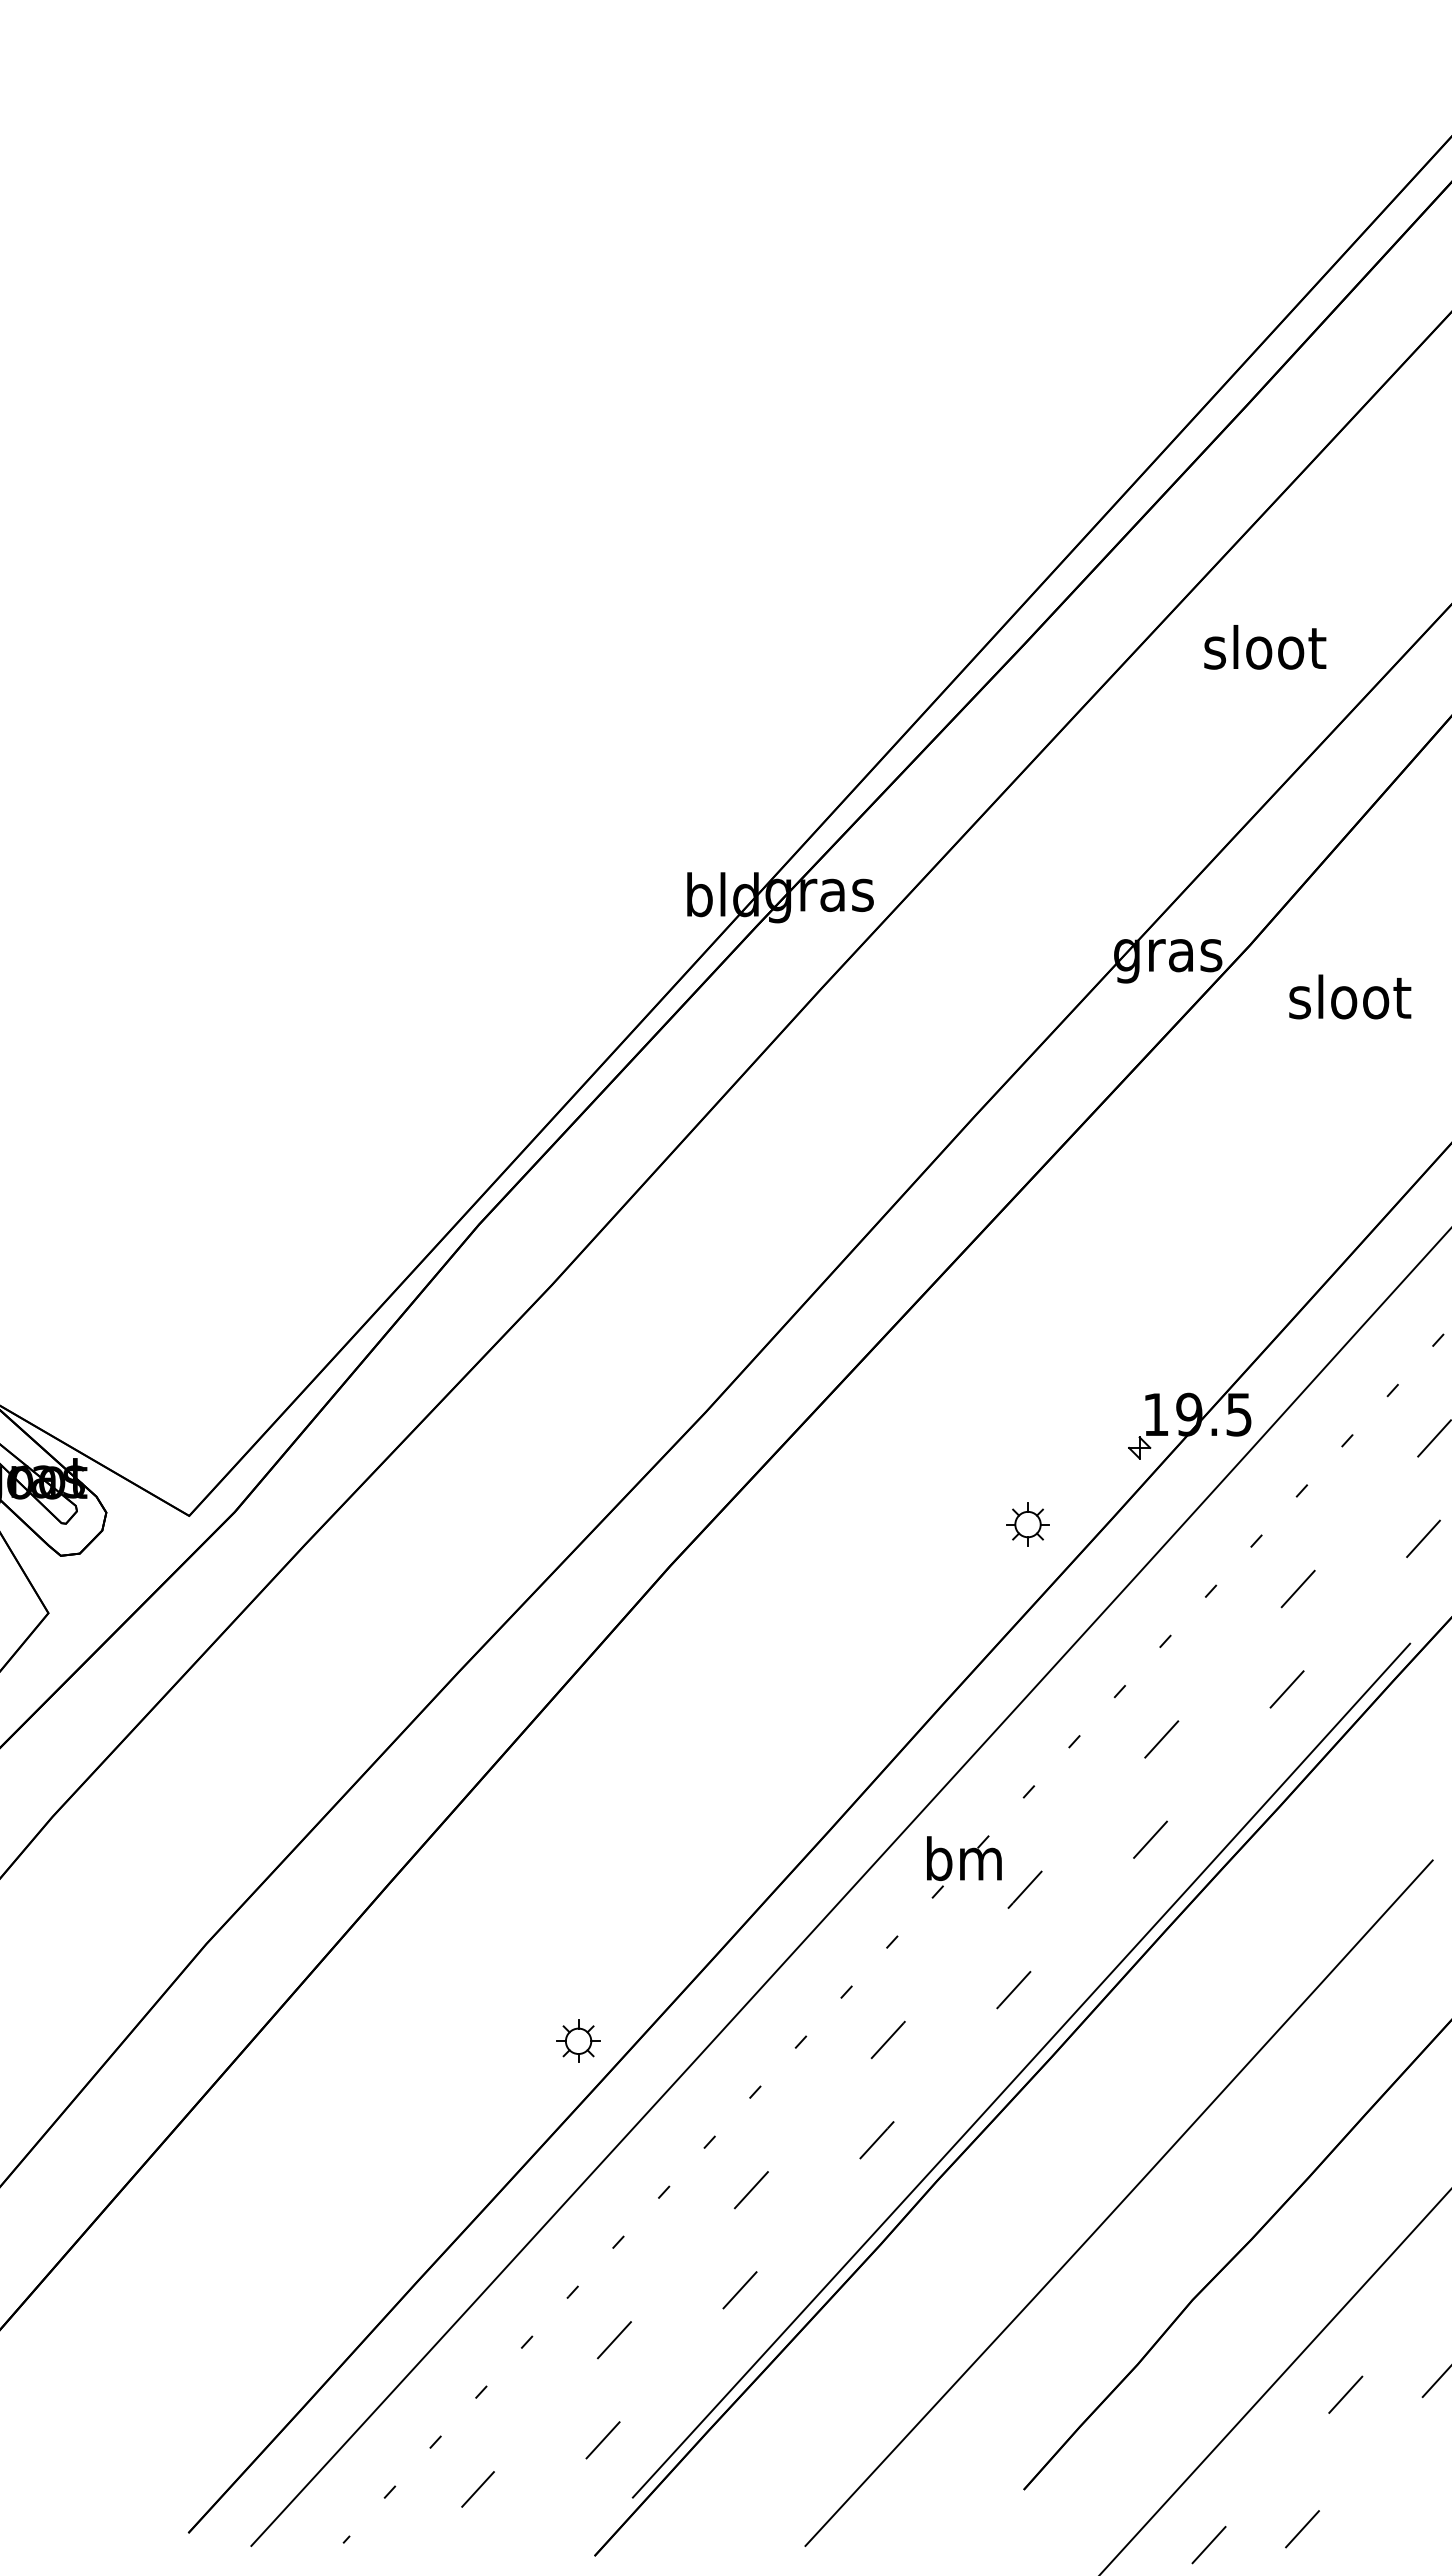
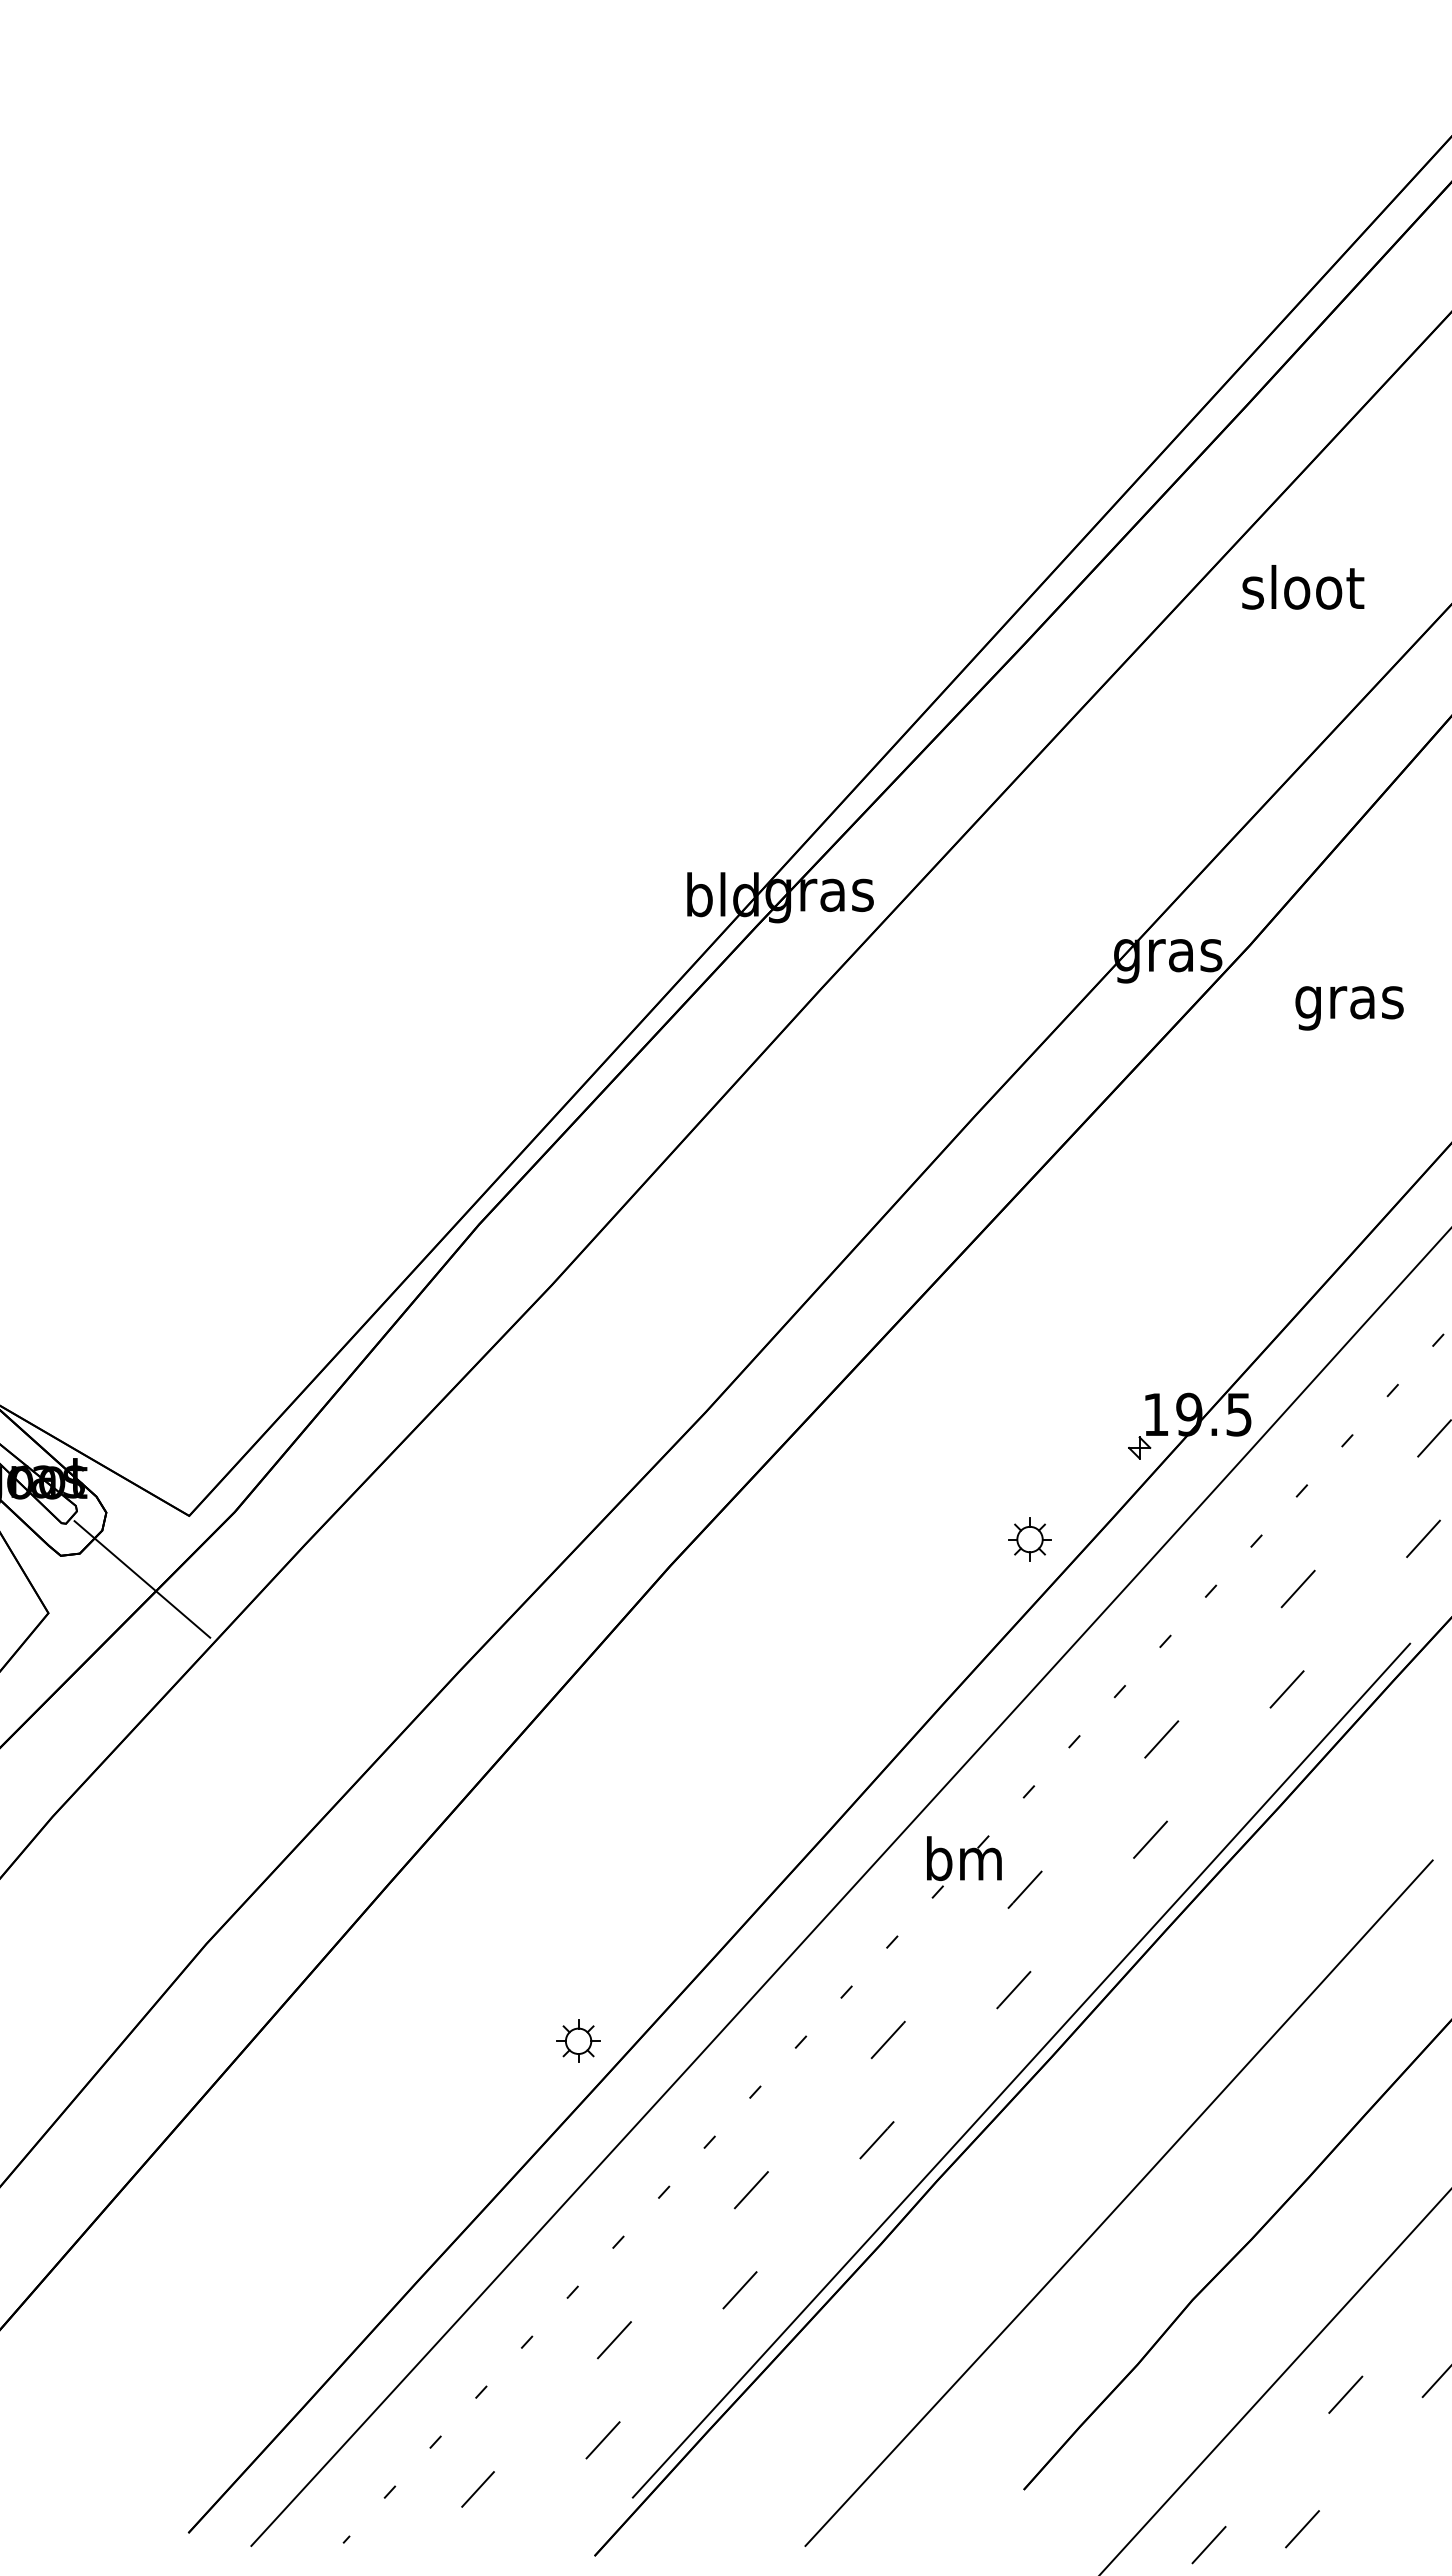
text at (1265, 647) position: (1265, 647) -> (1303, 587)
text at (1350, 1002): sloot -> gras
part at (1027, 1524) position: (1027, 1524) -> (1029, 1539)
line at (142, 1579): none -> present
